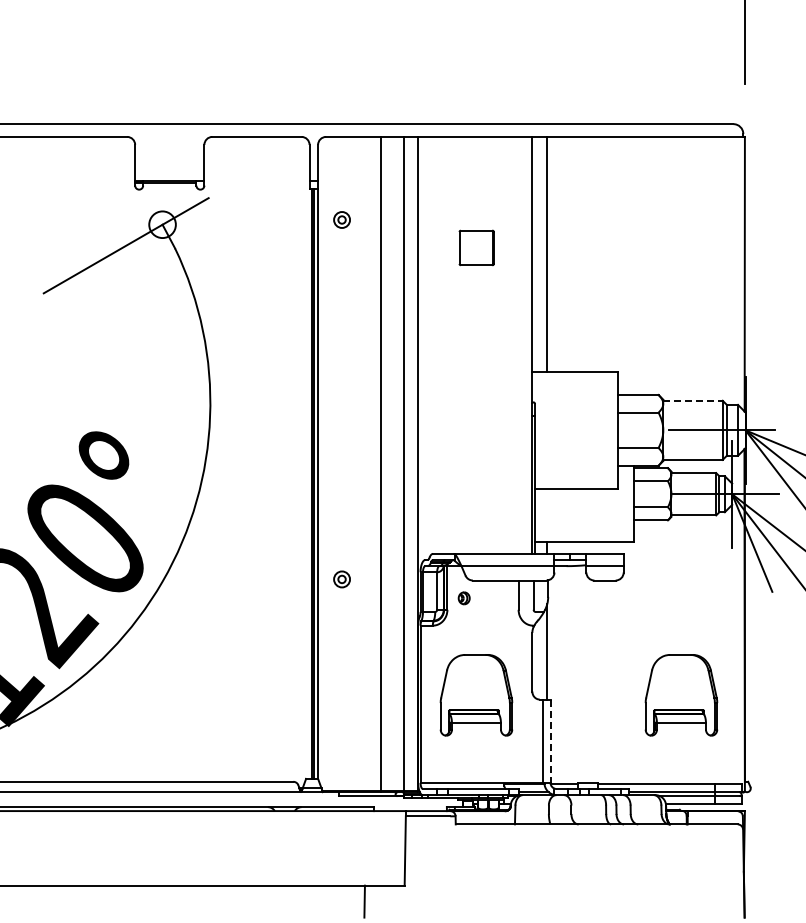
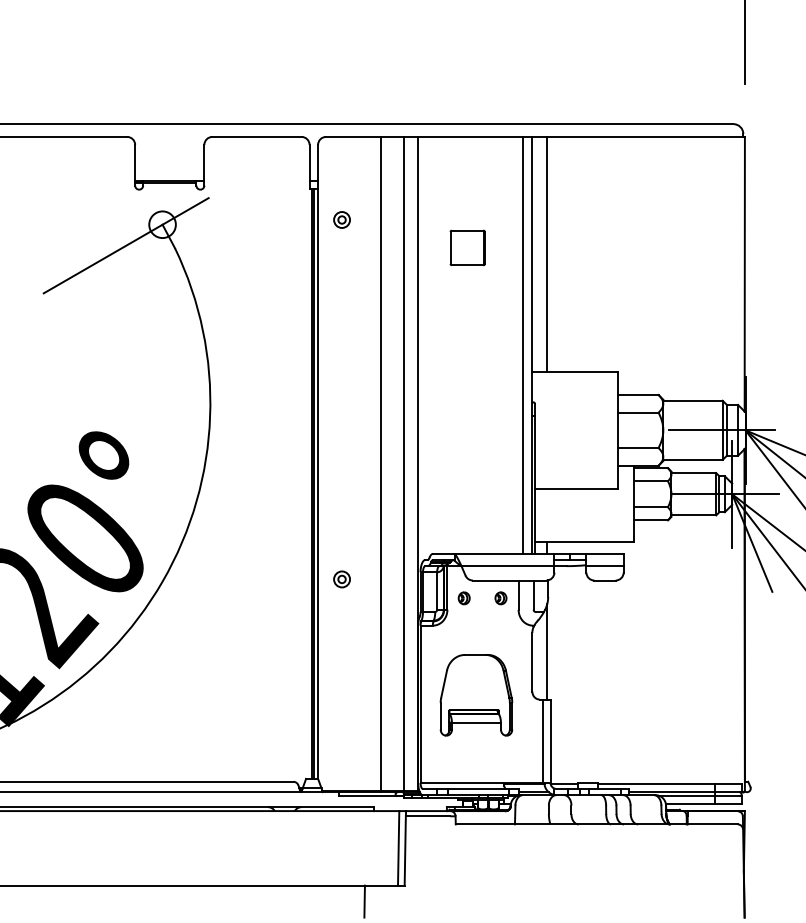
part at (476, 247) position: (476, 247) -> (467, 247)
line at (522, 344): none -> present
line at (693, 400): dashed -> solid
part at (500, 598): none -> present
part at (681, 695): present -> none
line at (550, 741): dashed -> solid
line at (398, 848): none -> present
